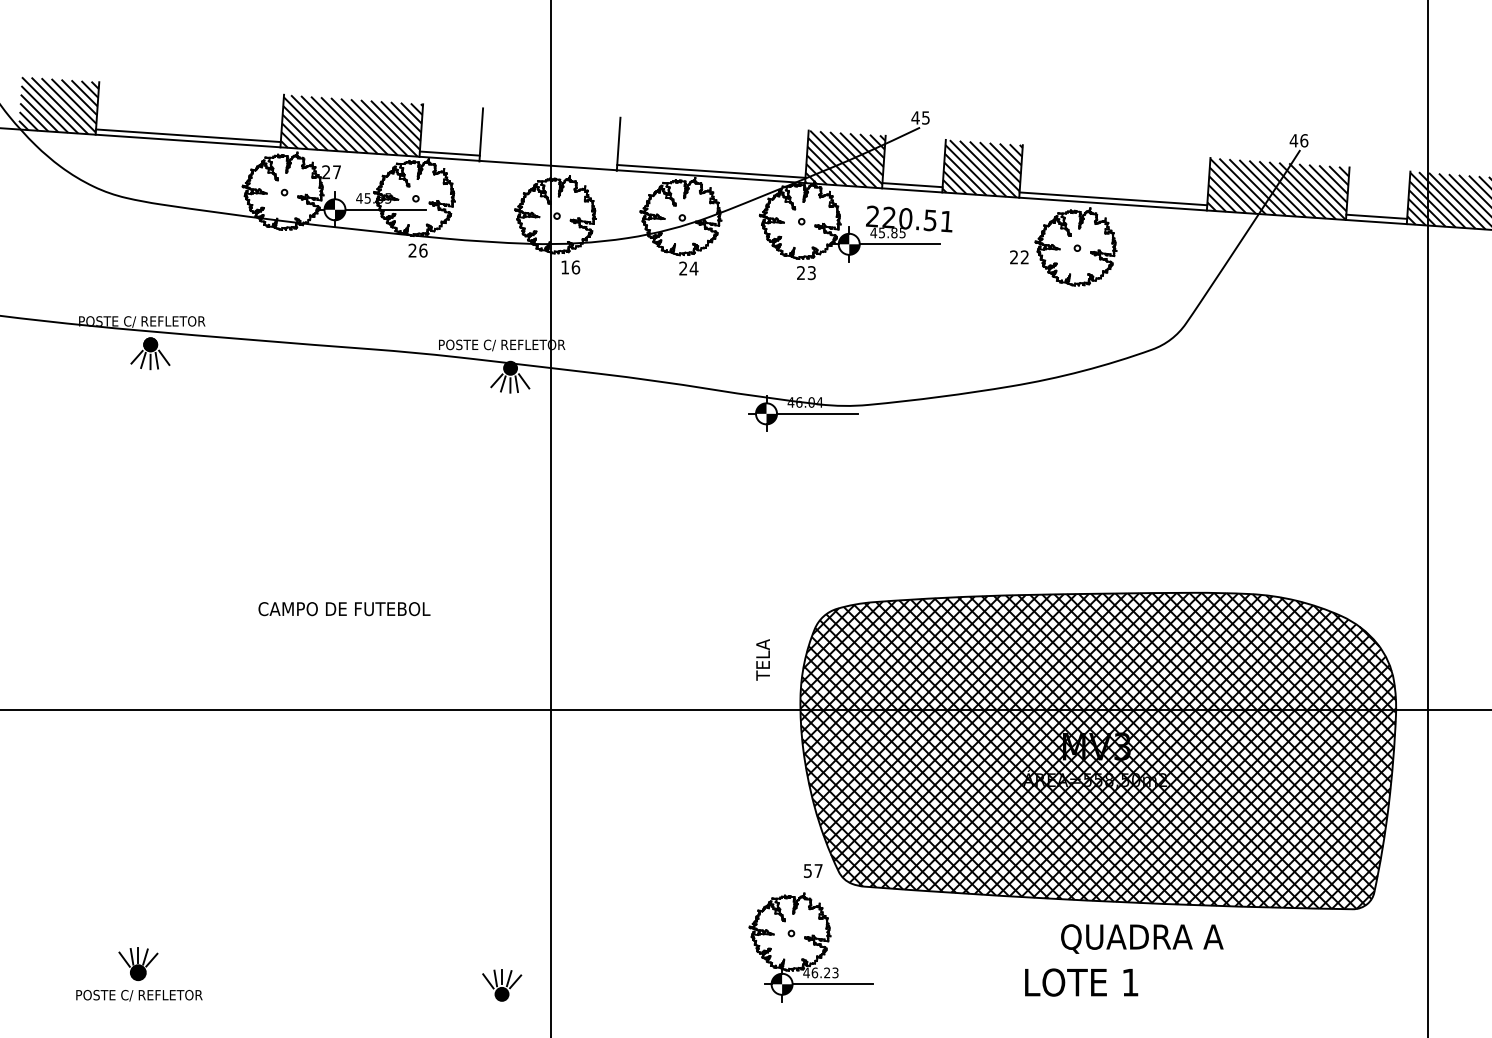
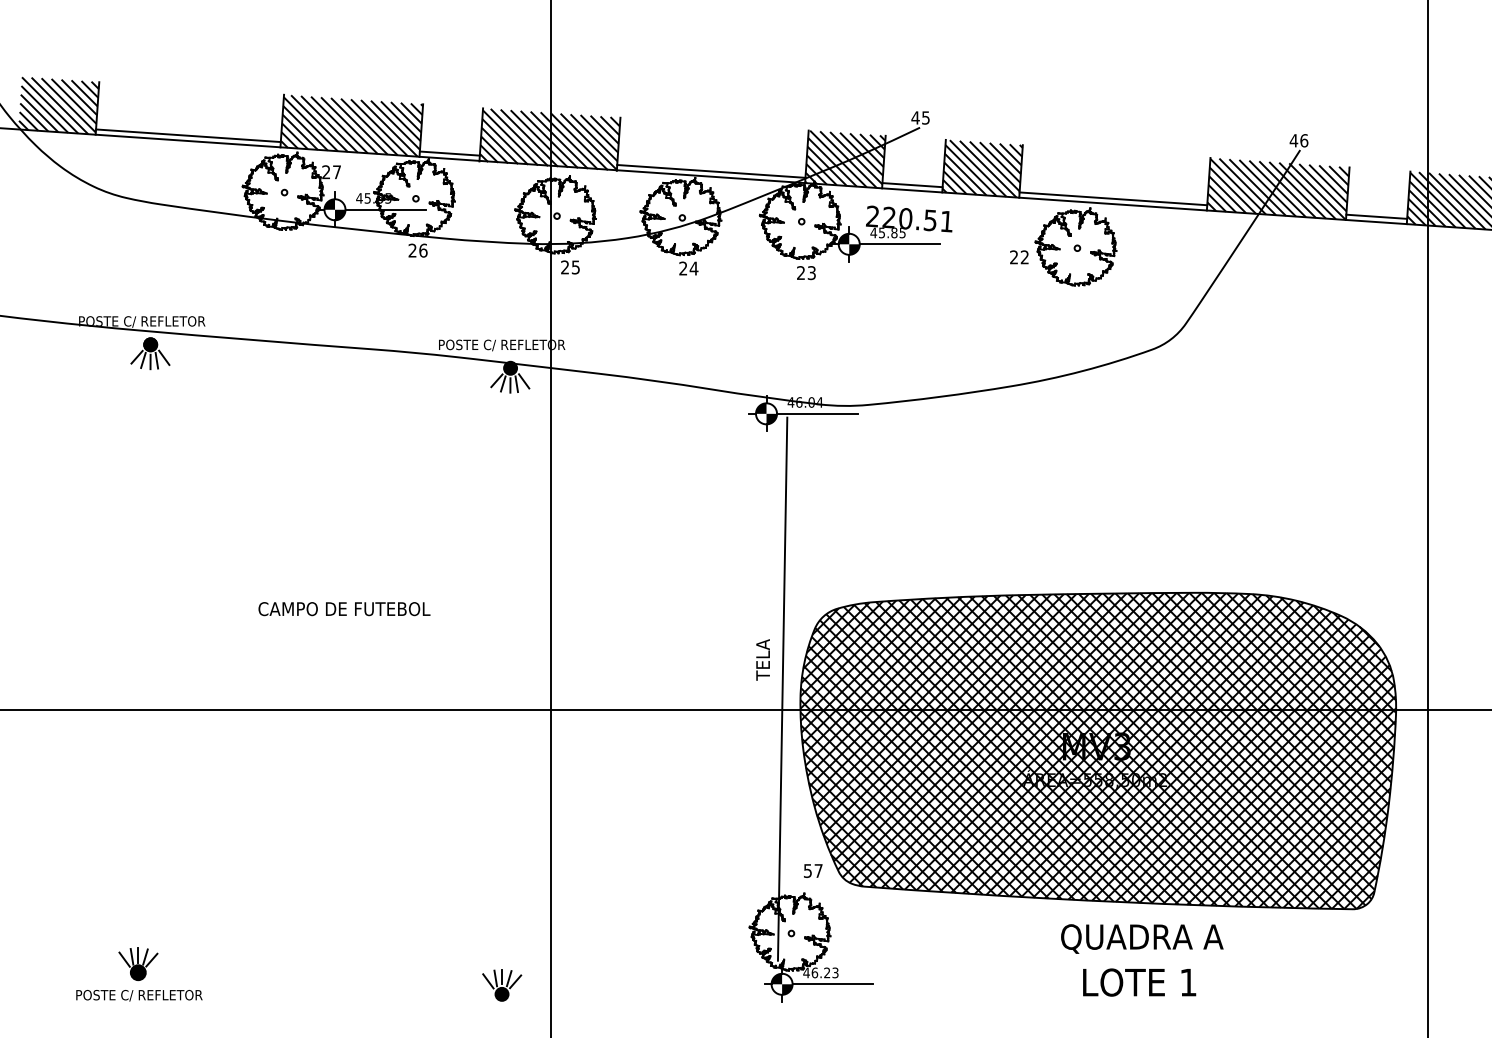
hatch at (549, 139): none -> present
text at (570, 267): 16 -> 25
line at (782, 688): none -> present
text at (1081, 982) position: (1081, 982) -> (1139, 982)
